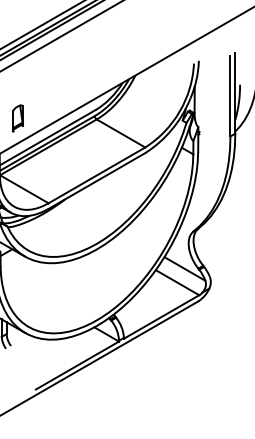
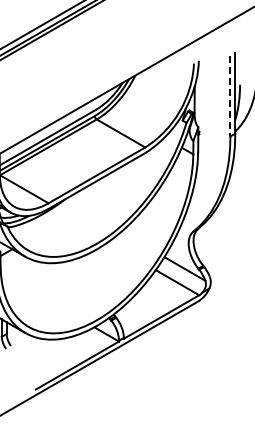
line at (61, 36): present -> none
line at (230, 96): solid -> dashed
part at (17, 118): present -> none
